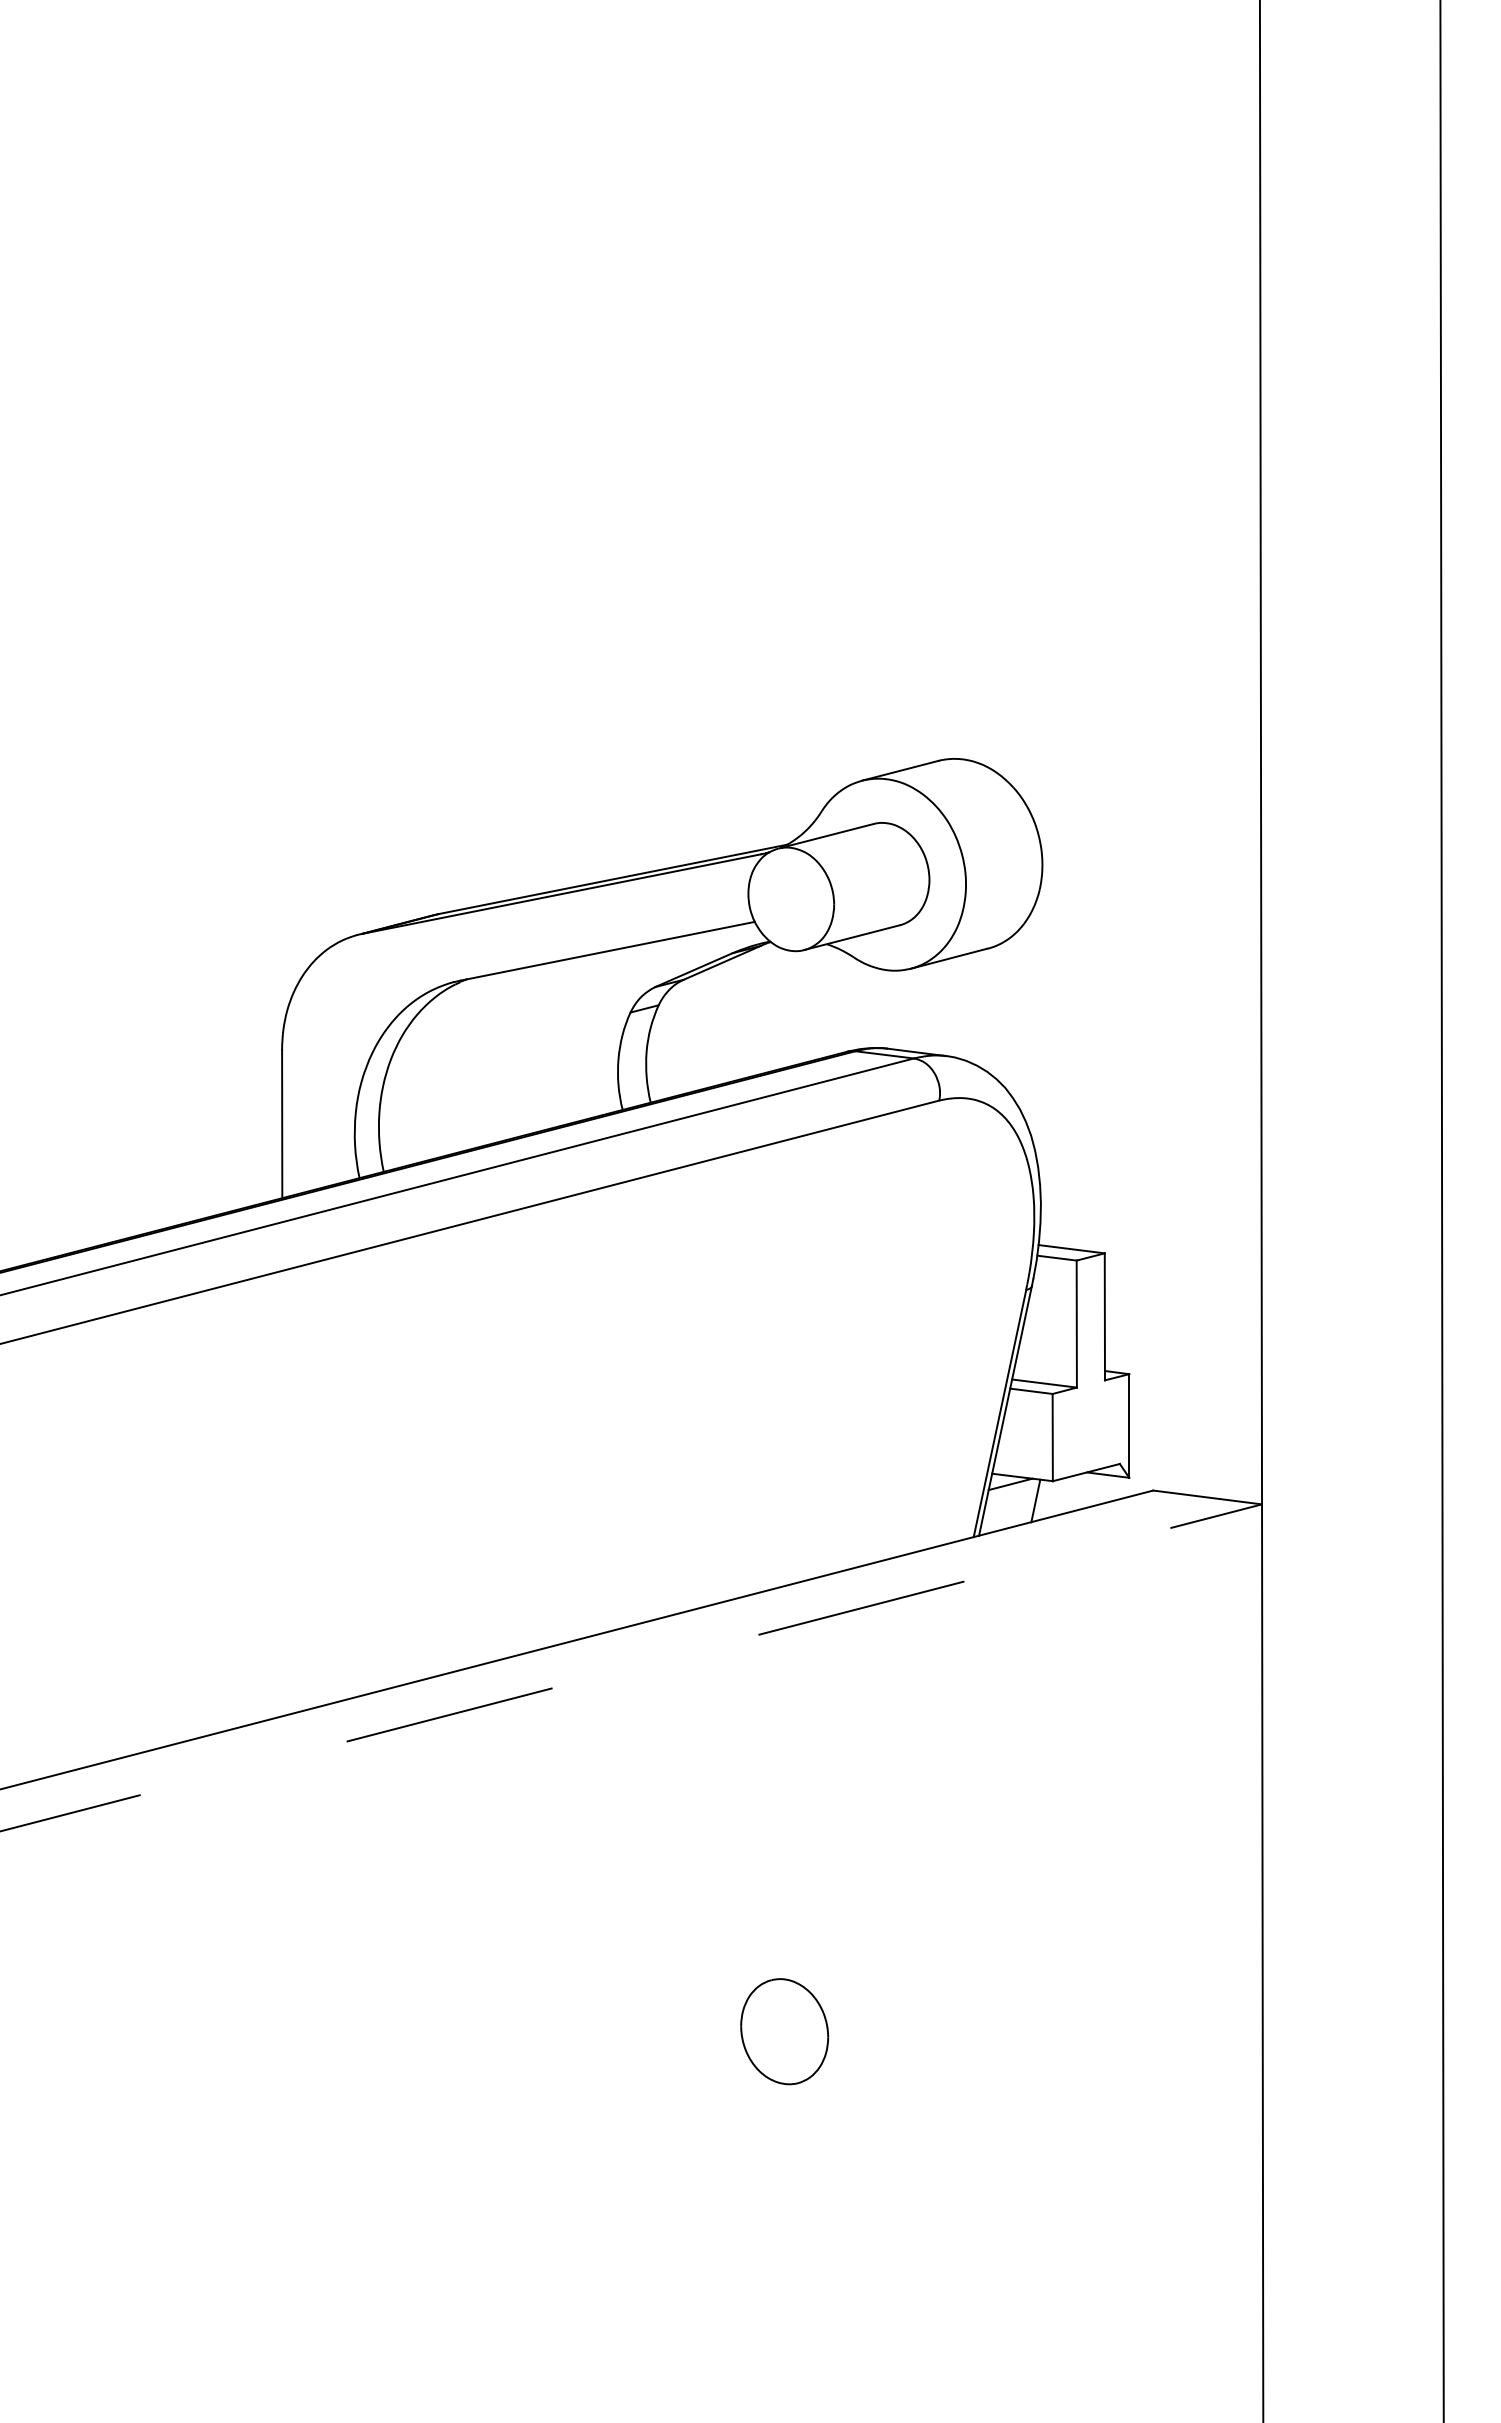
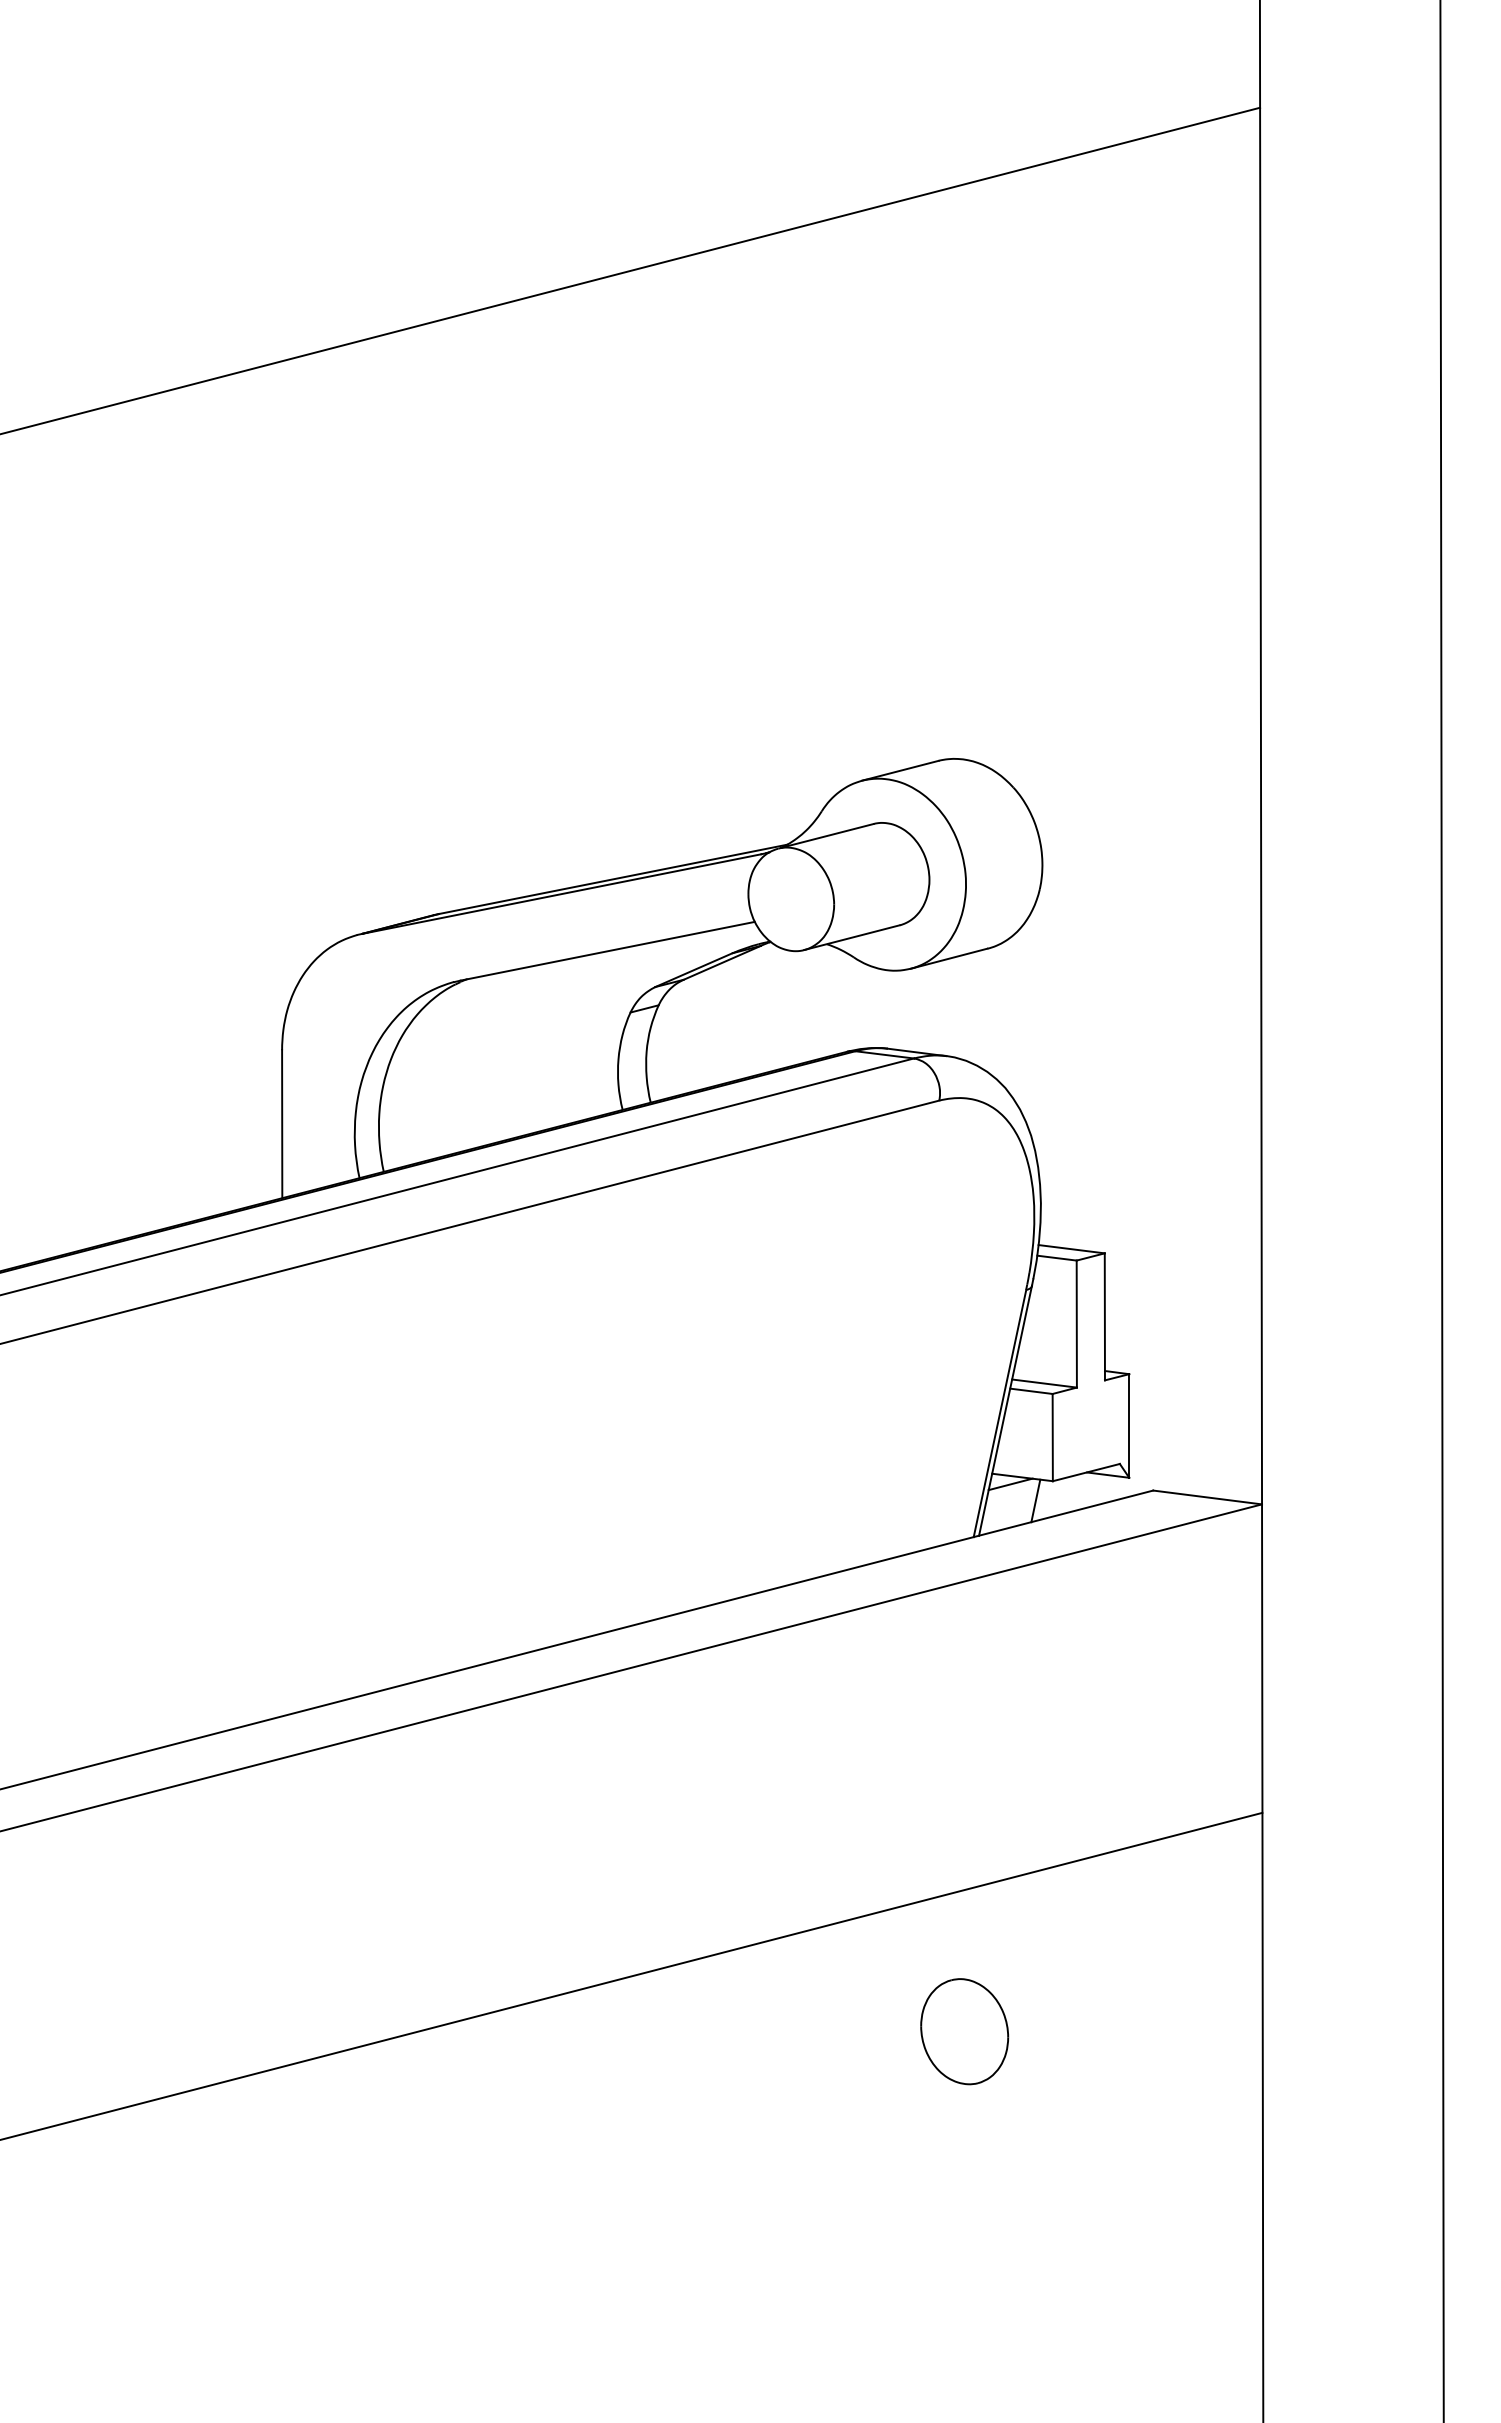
line at (631, 270): none -> present
line at (631, 1667): dashed -> solid
line at (632, 1975): none -> present
part at (784, 2031) position: (784, 2031) -> (964, 2031)
